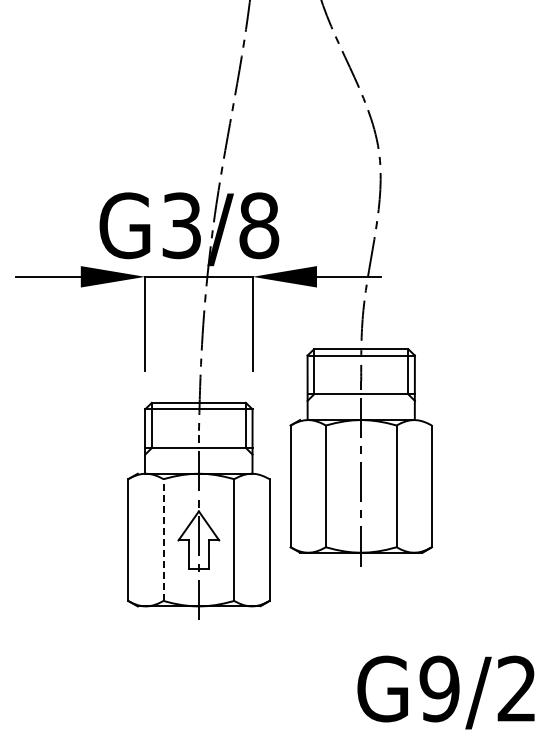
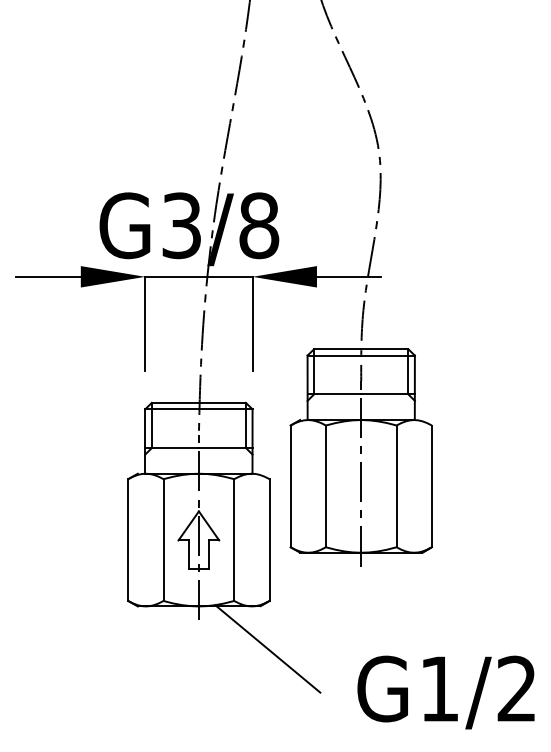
line at (163, 540): dashed -> solid
line at (267, 648): none -> present
text at (439, 688): G9/2 -> G1/2
